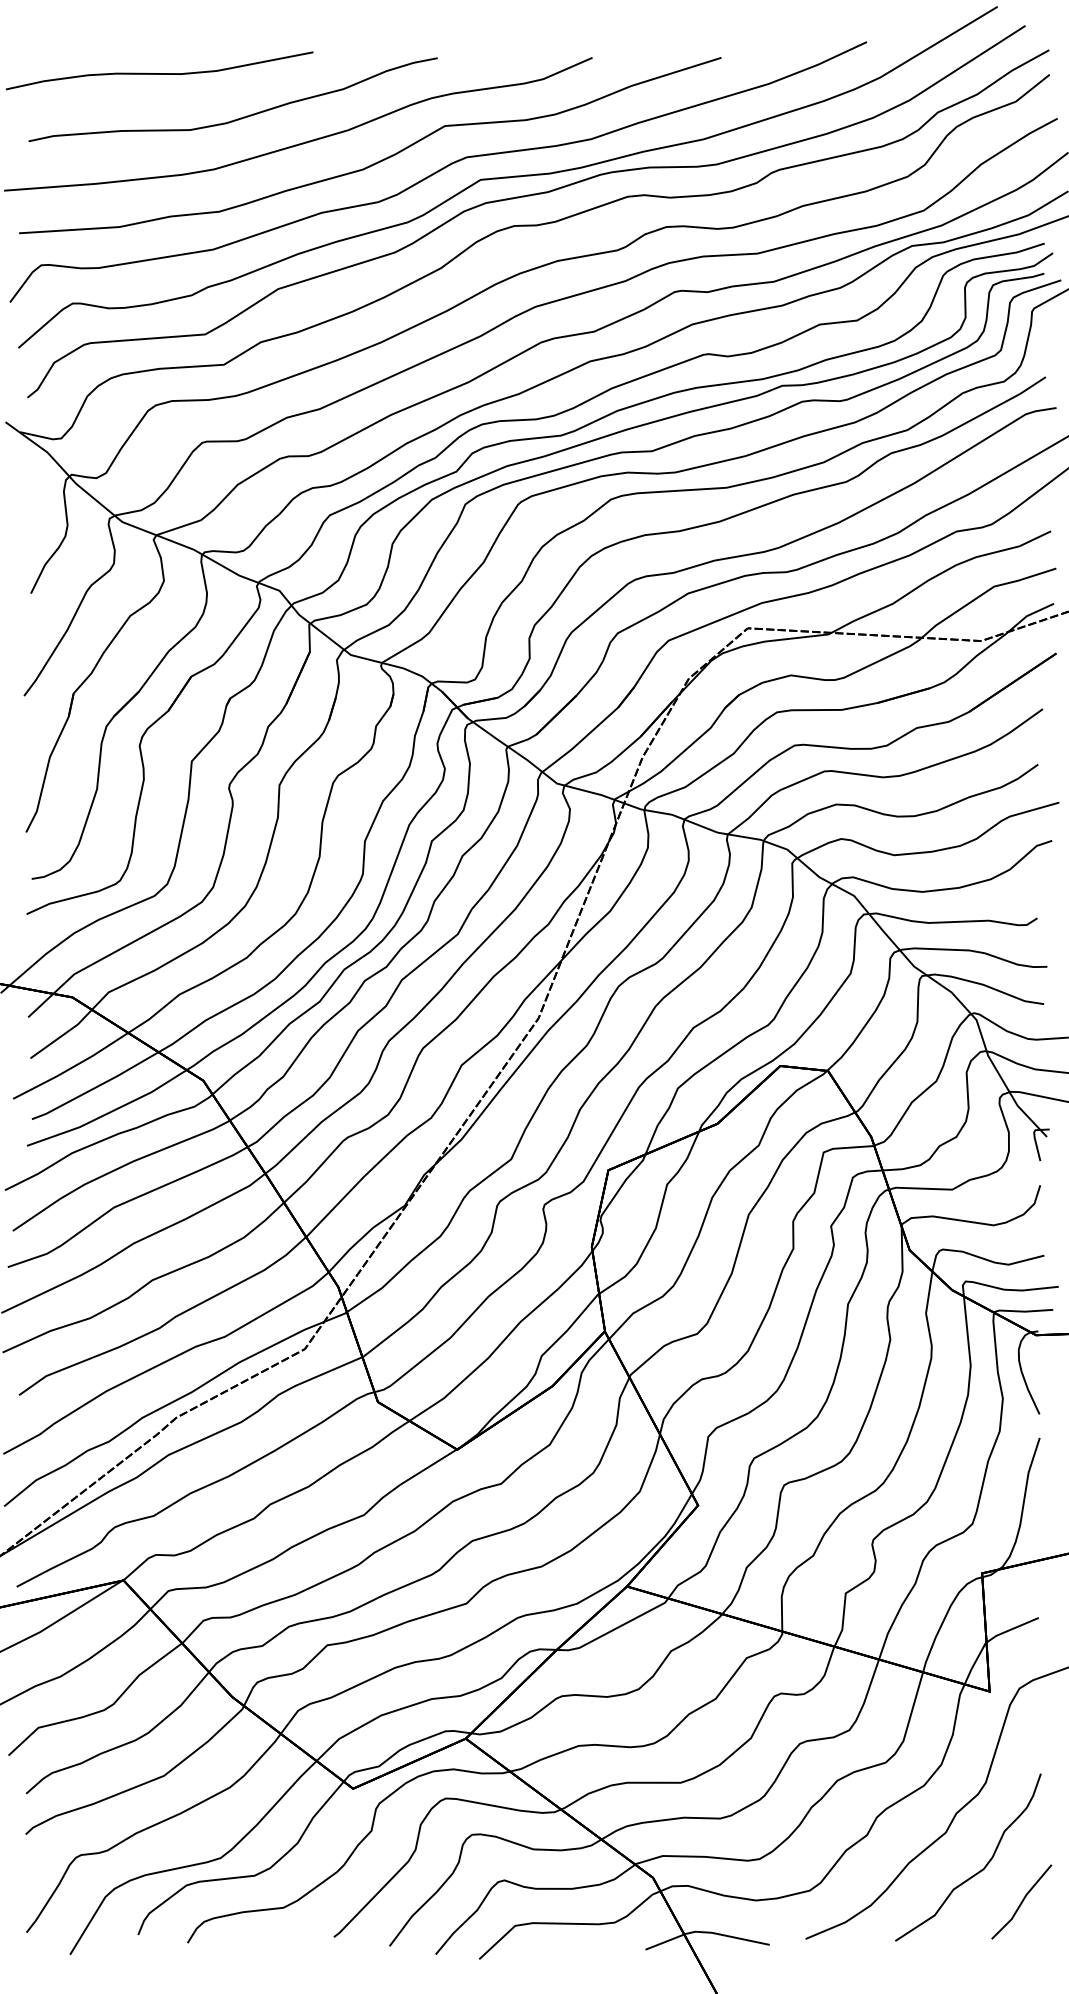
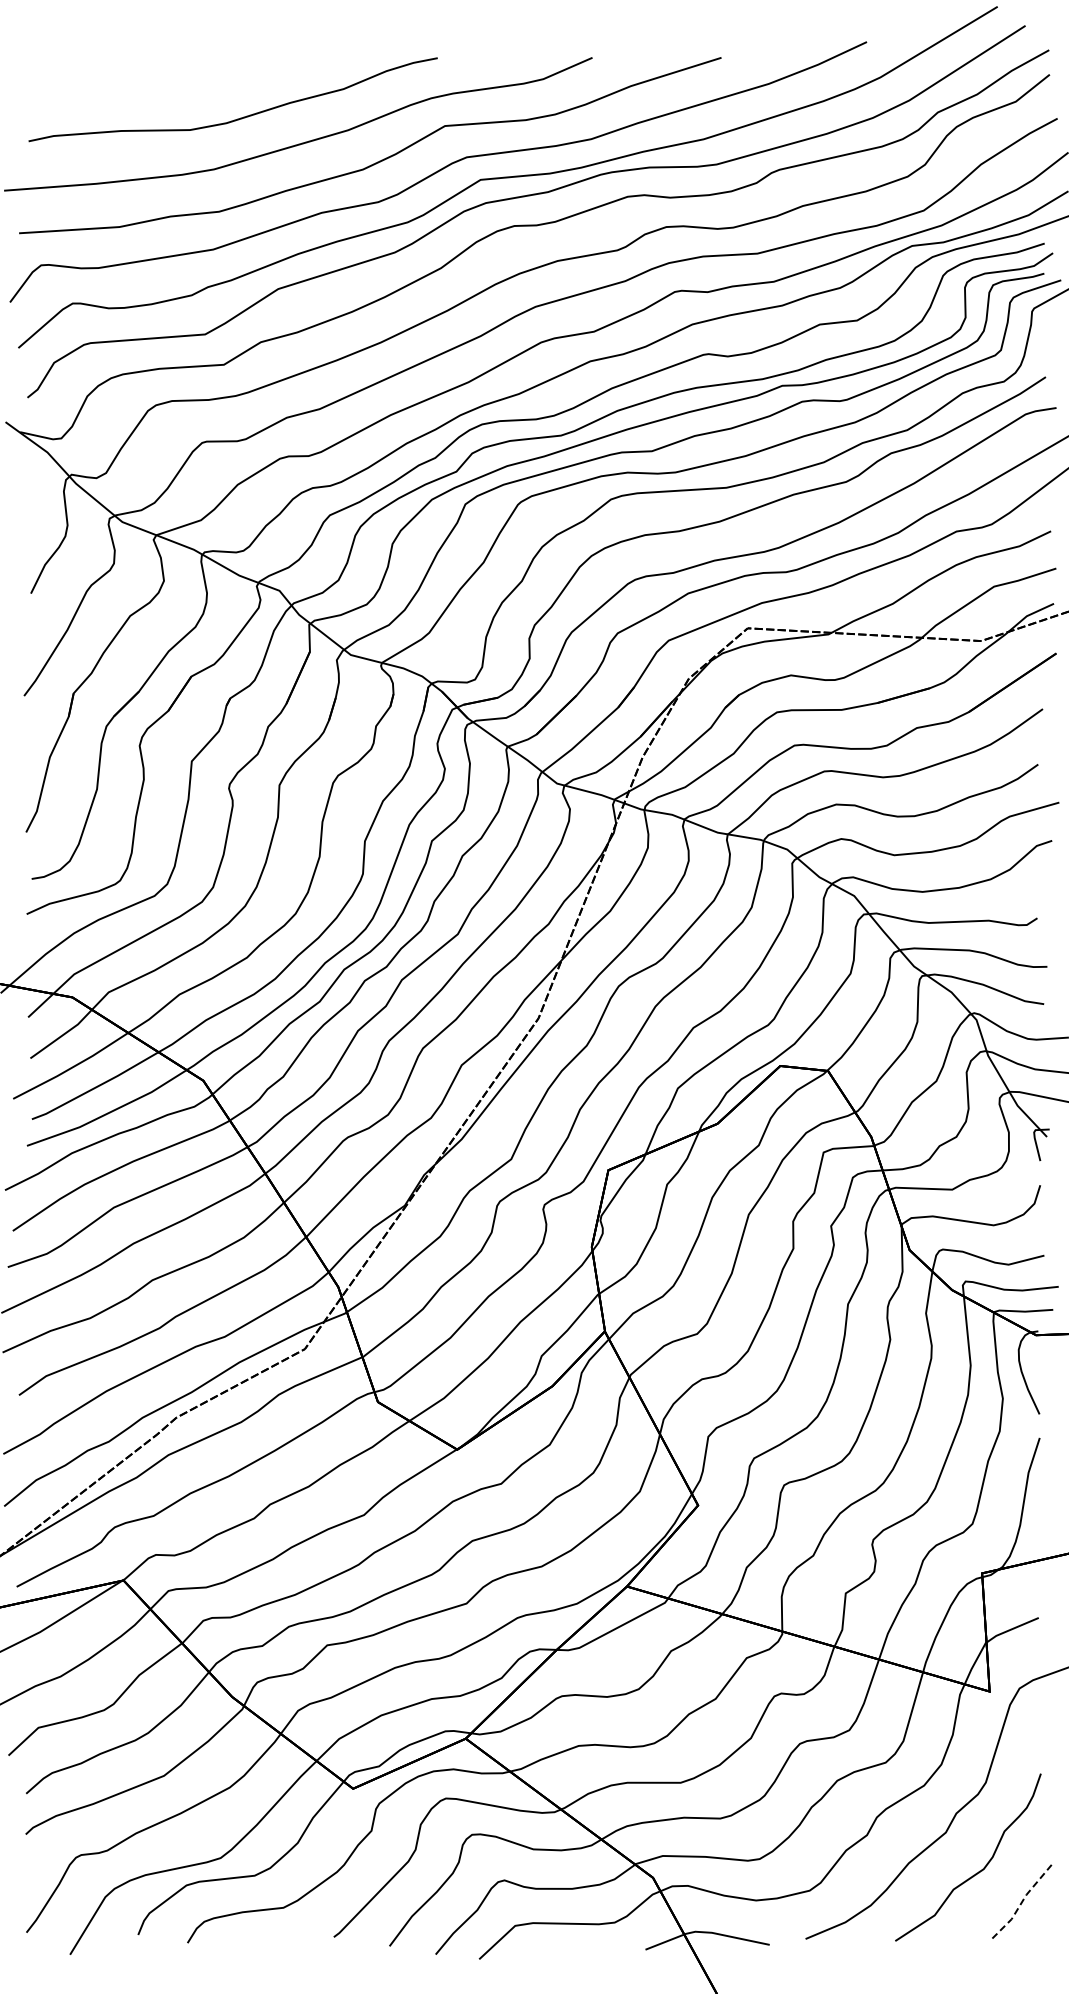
curve at (159, 73): present -> none
line at (1021, 1902): solid -> dashed
